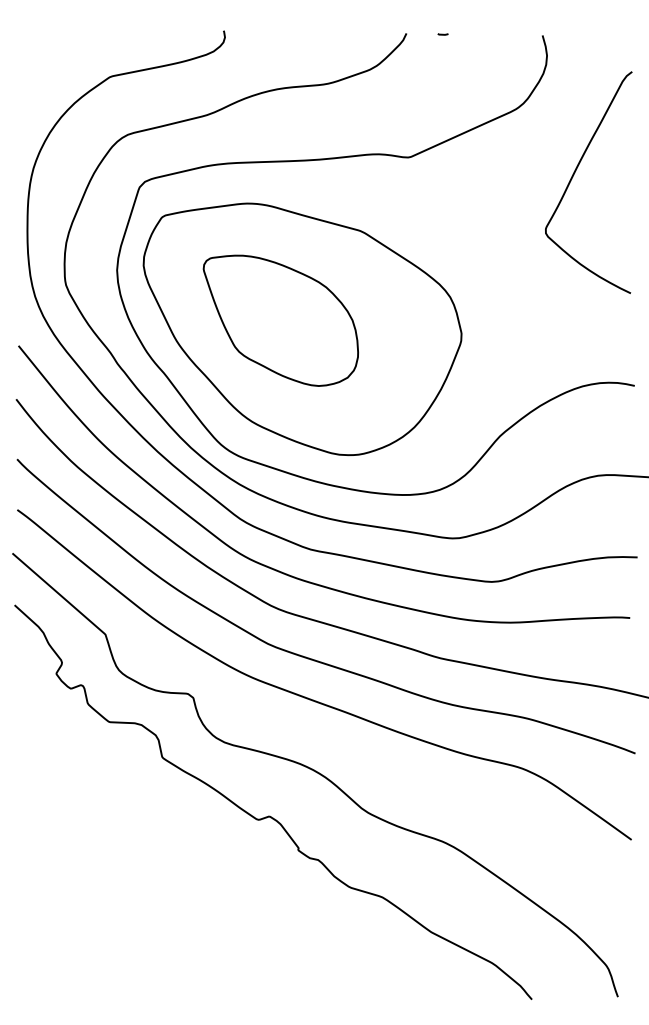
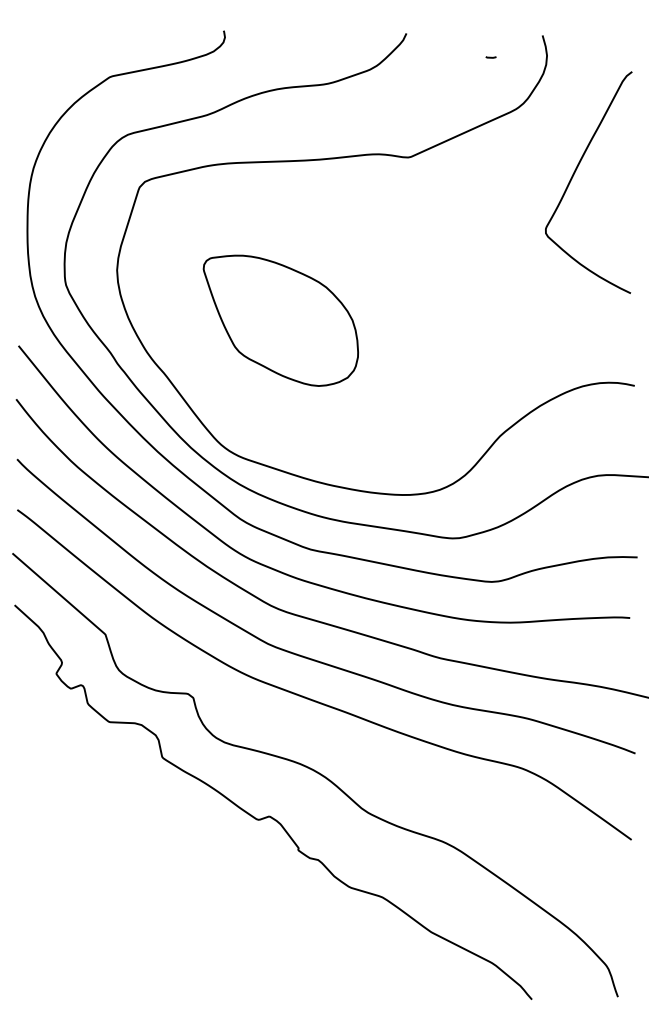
line at (442, 34) position: (442, 34) -> (490, 57)
part at (302, 329): present -> none
